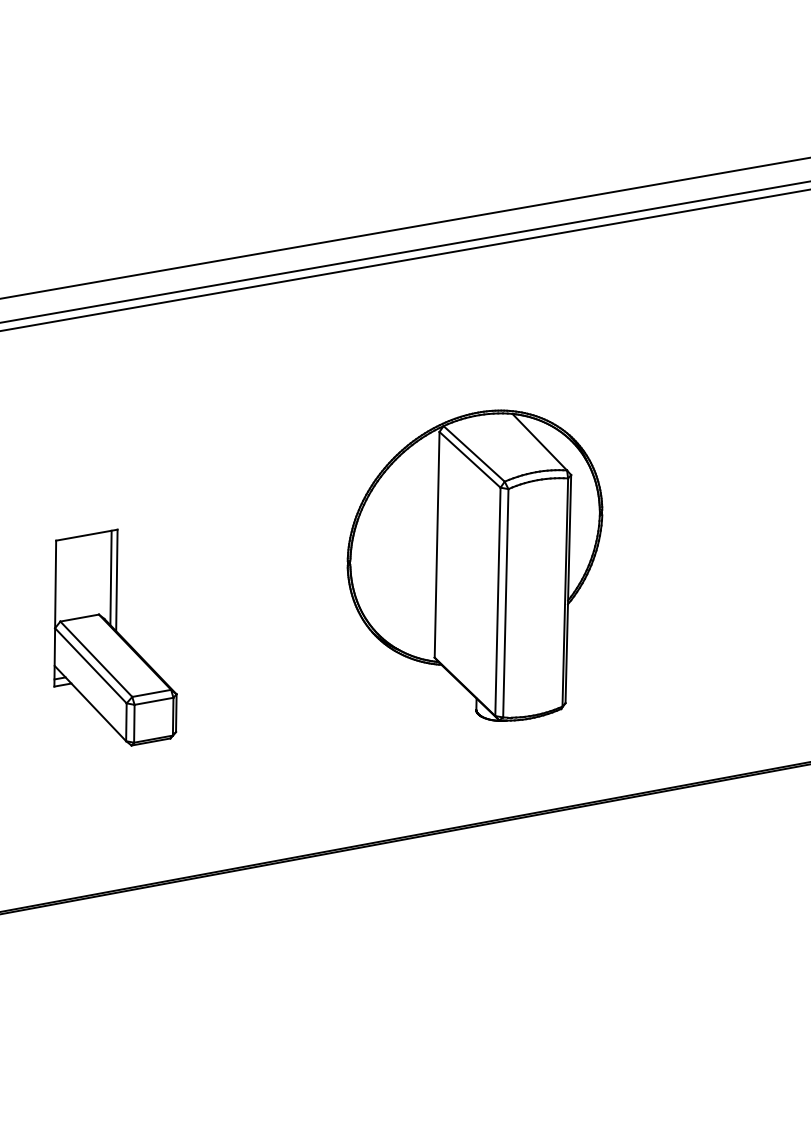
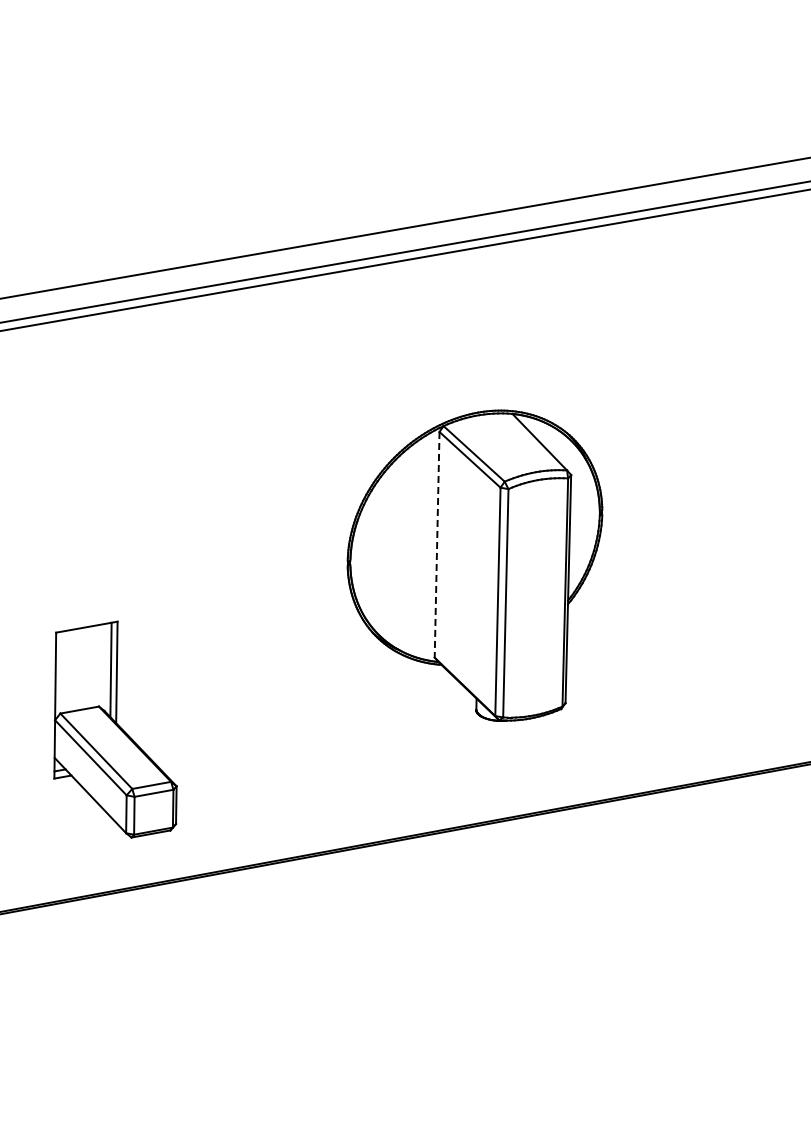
line at (437, 544): solid -> dashed
part at (115, 637) position: (115, 637) -> (115, 729)
